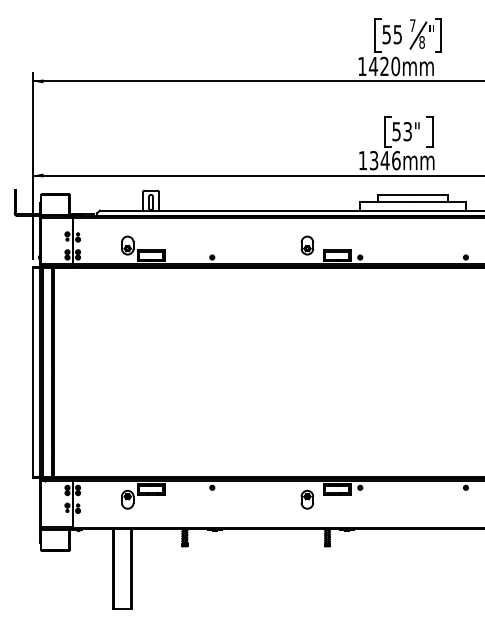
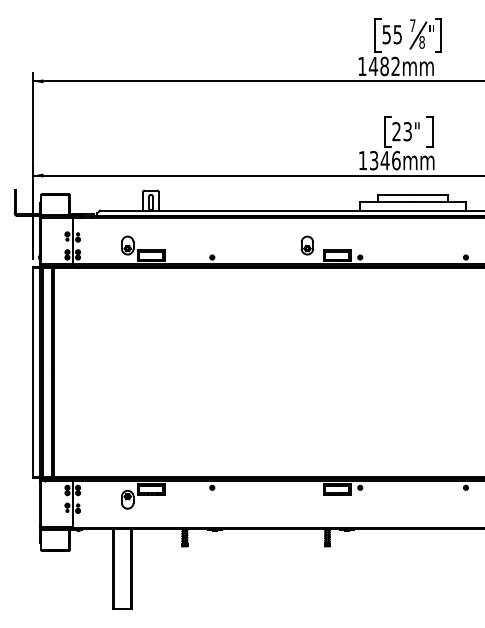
text at (390, 66): 1420mm -> 1482mm
text at (396, 131): 53" -> 23"
part at (307, 499): present -> none
